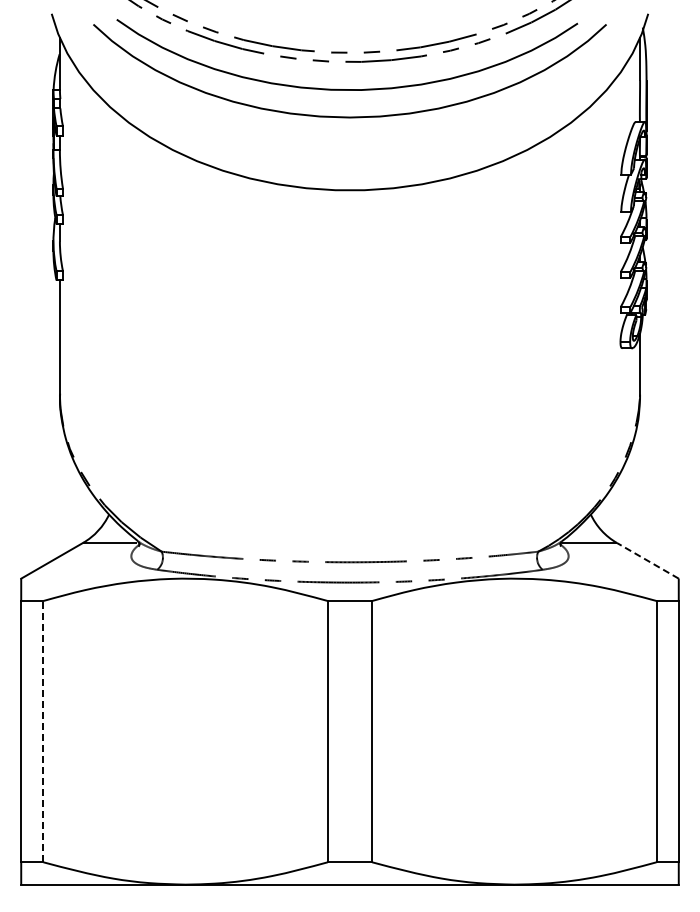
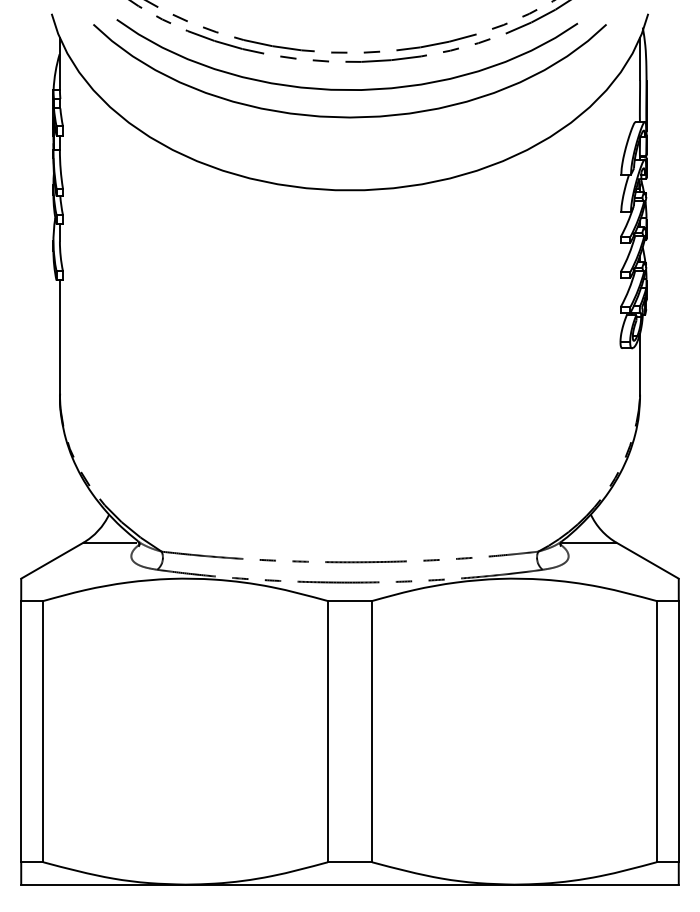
line at (647, 560): dashed -> solid
line at (43, 731): dashed -> solid
